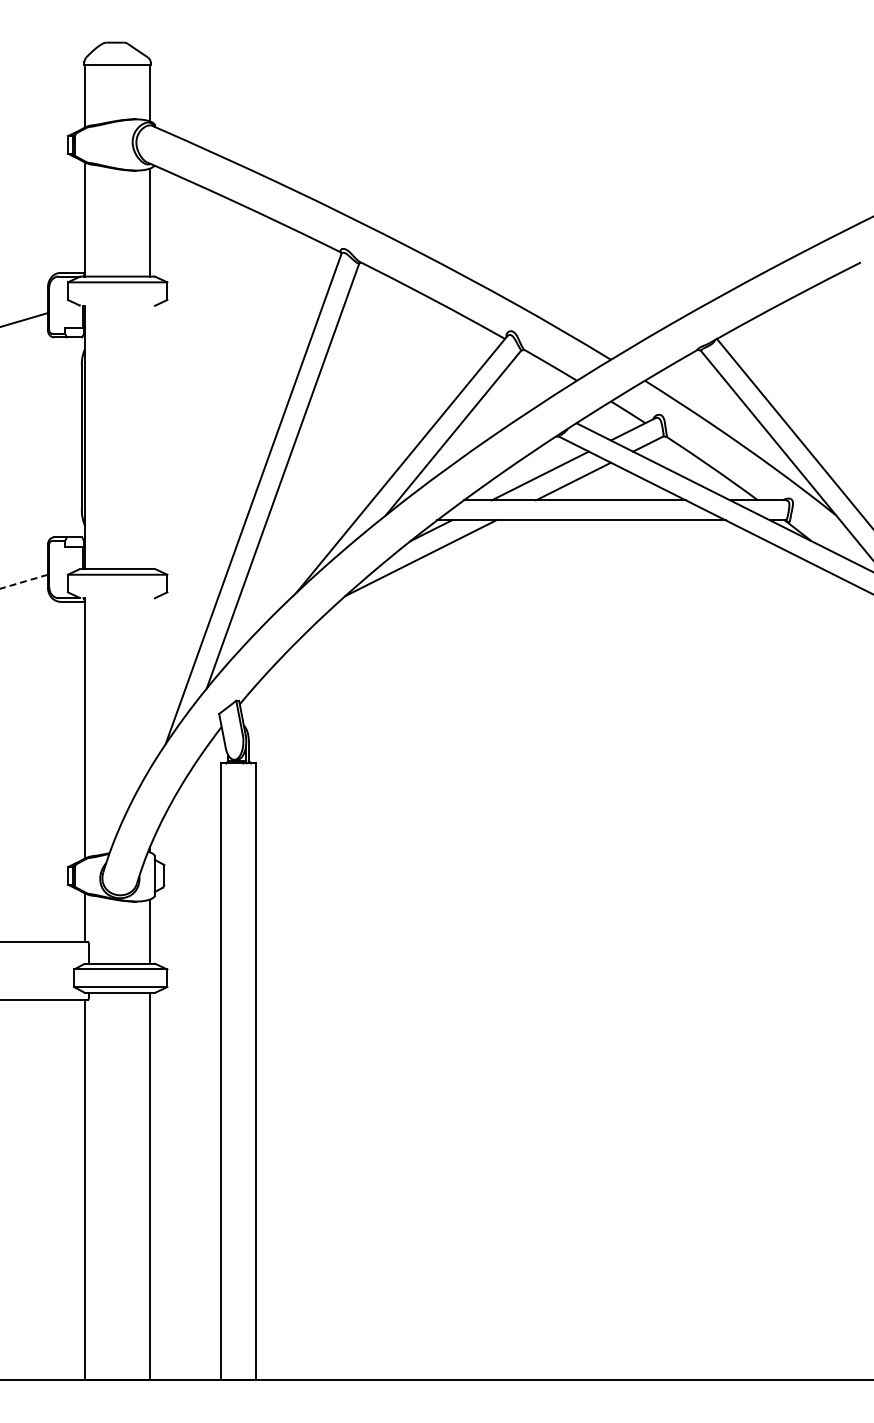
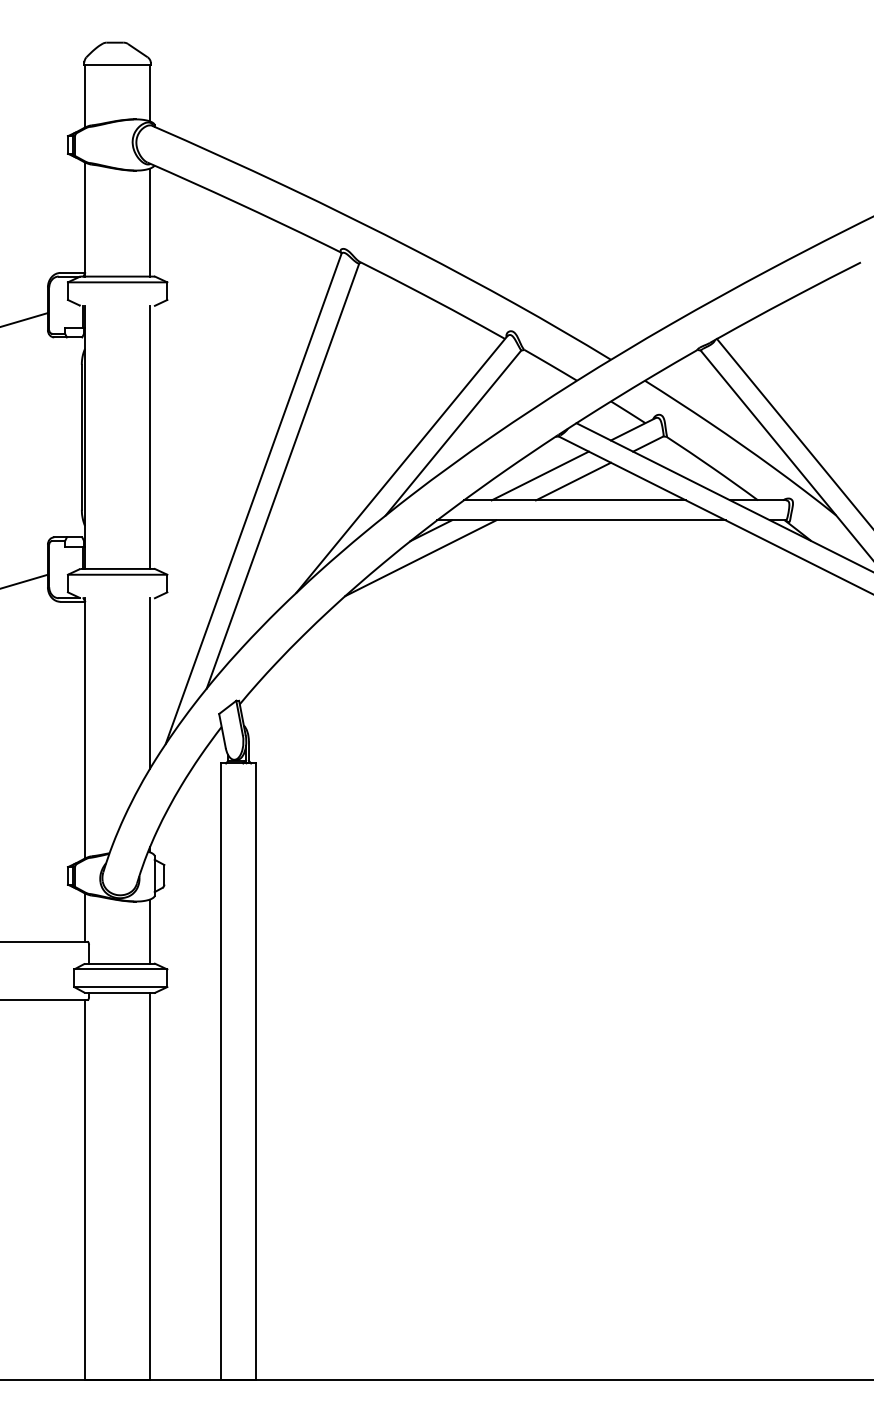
line at (150, 436): none -> present
line at (24, 581): dashed -> solid
line at (150, 683): none -> present
